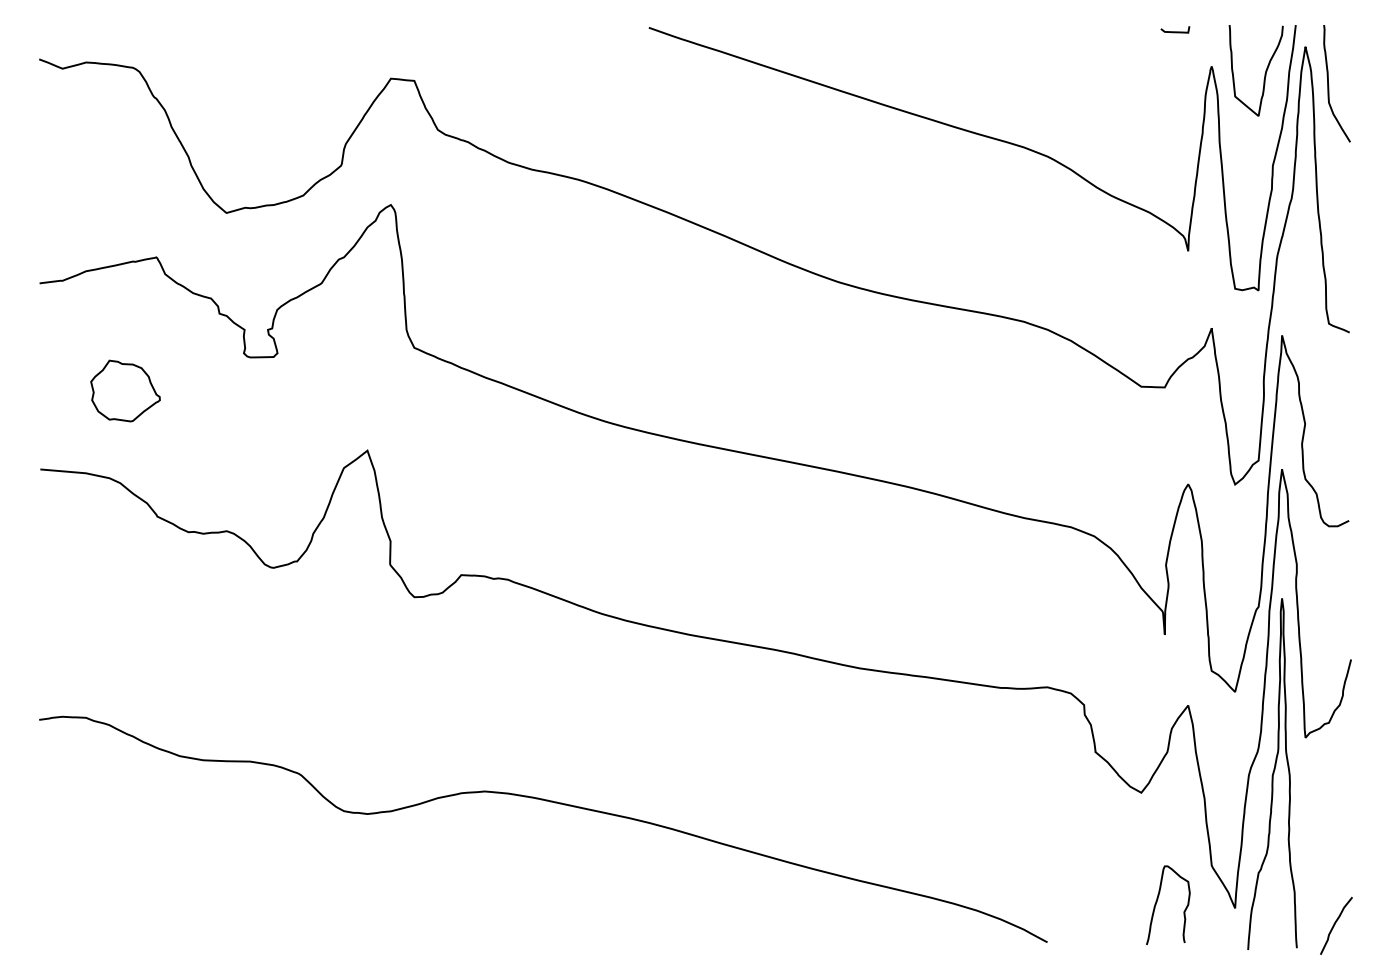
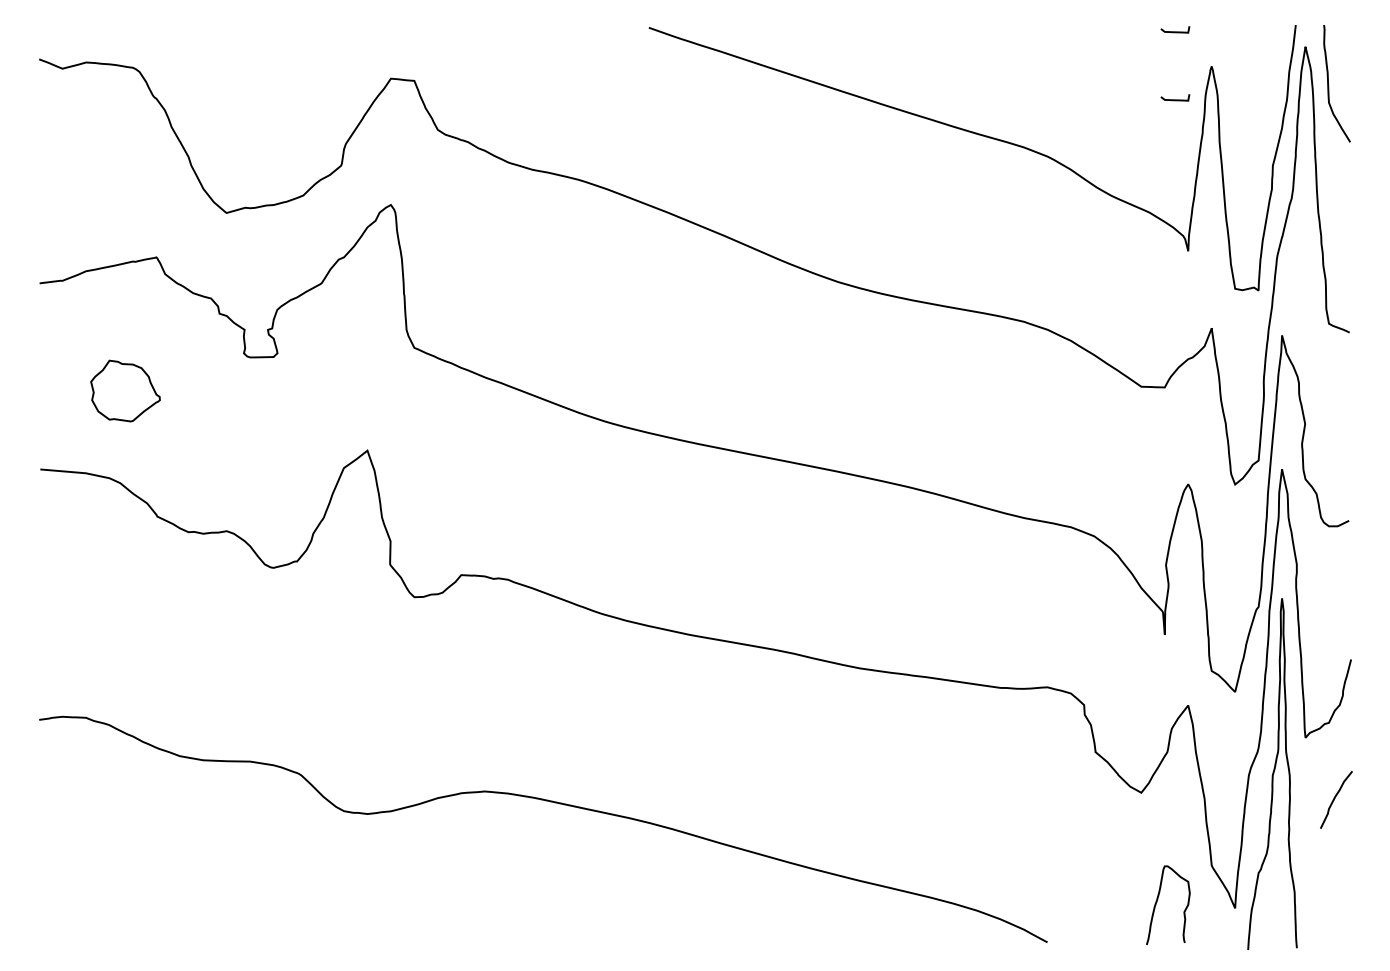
curve at (1264, 73): present -> none
curve at (1175, 99): none -> present
curve at (1335, 924) position: (1335, 924) -> (1335, 798)
